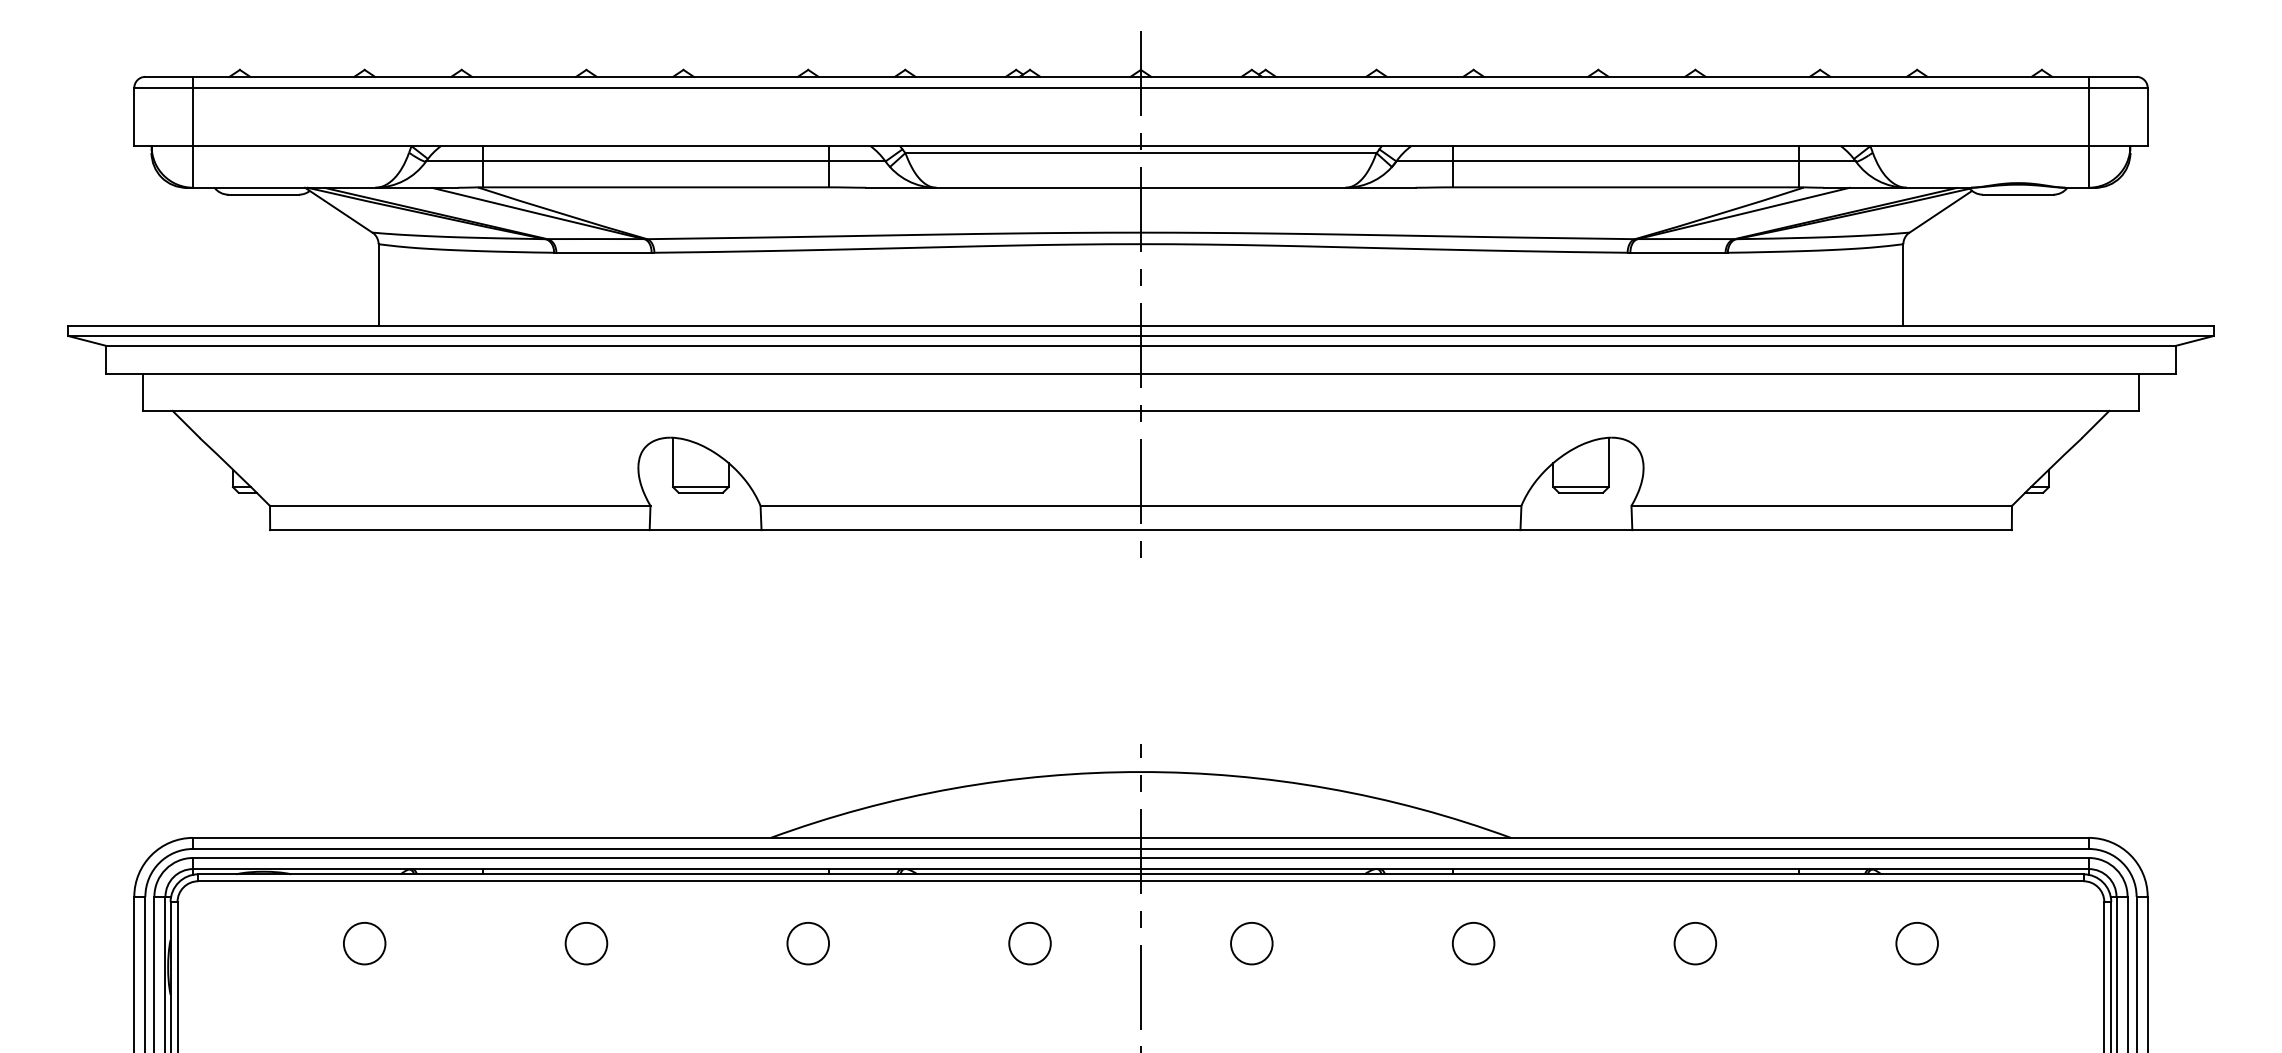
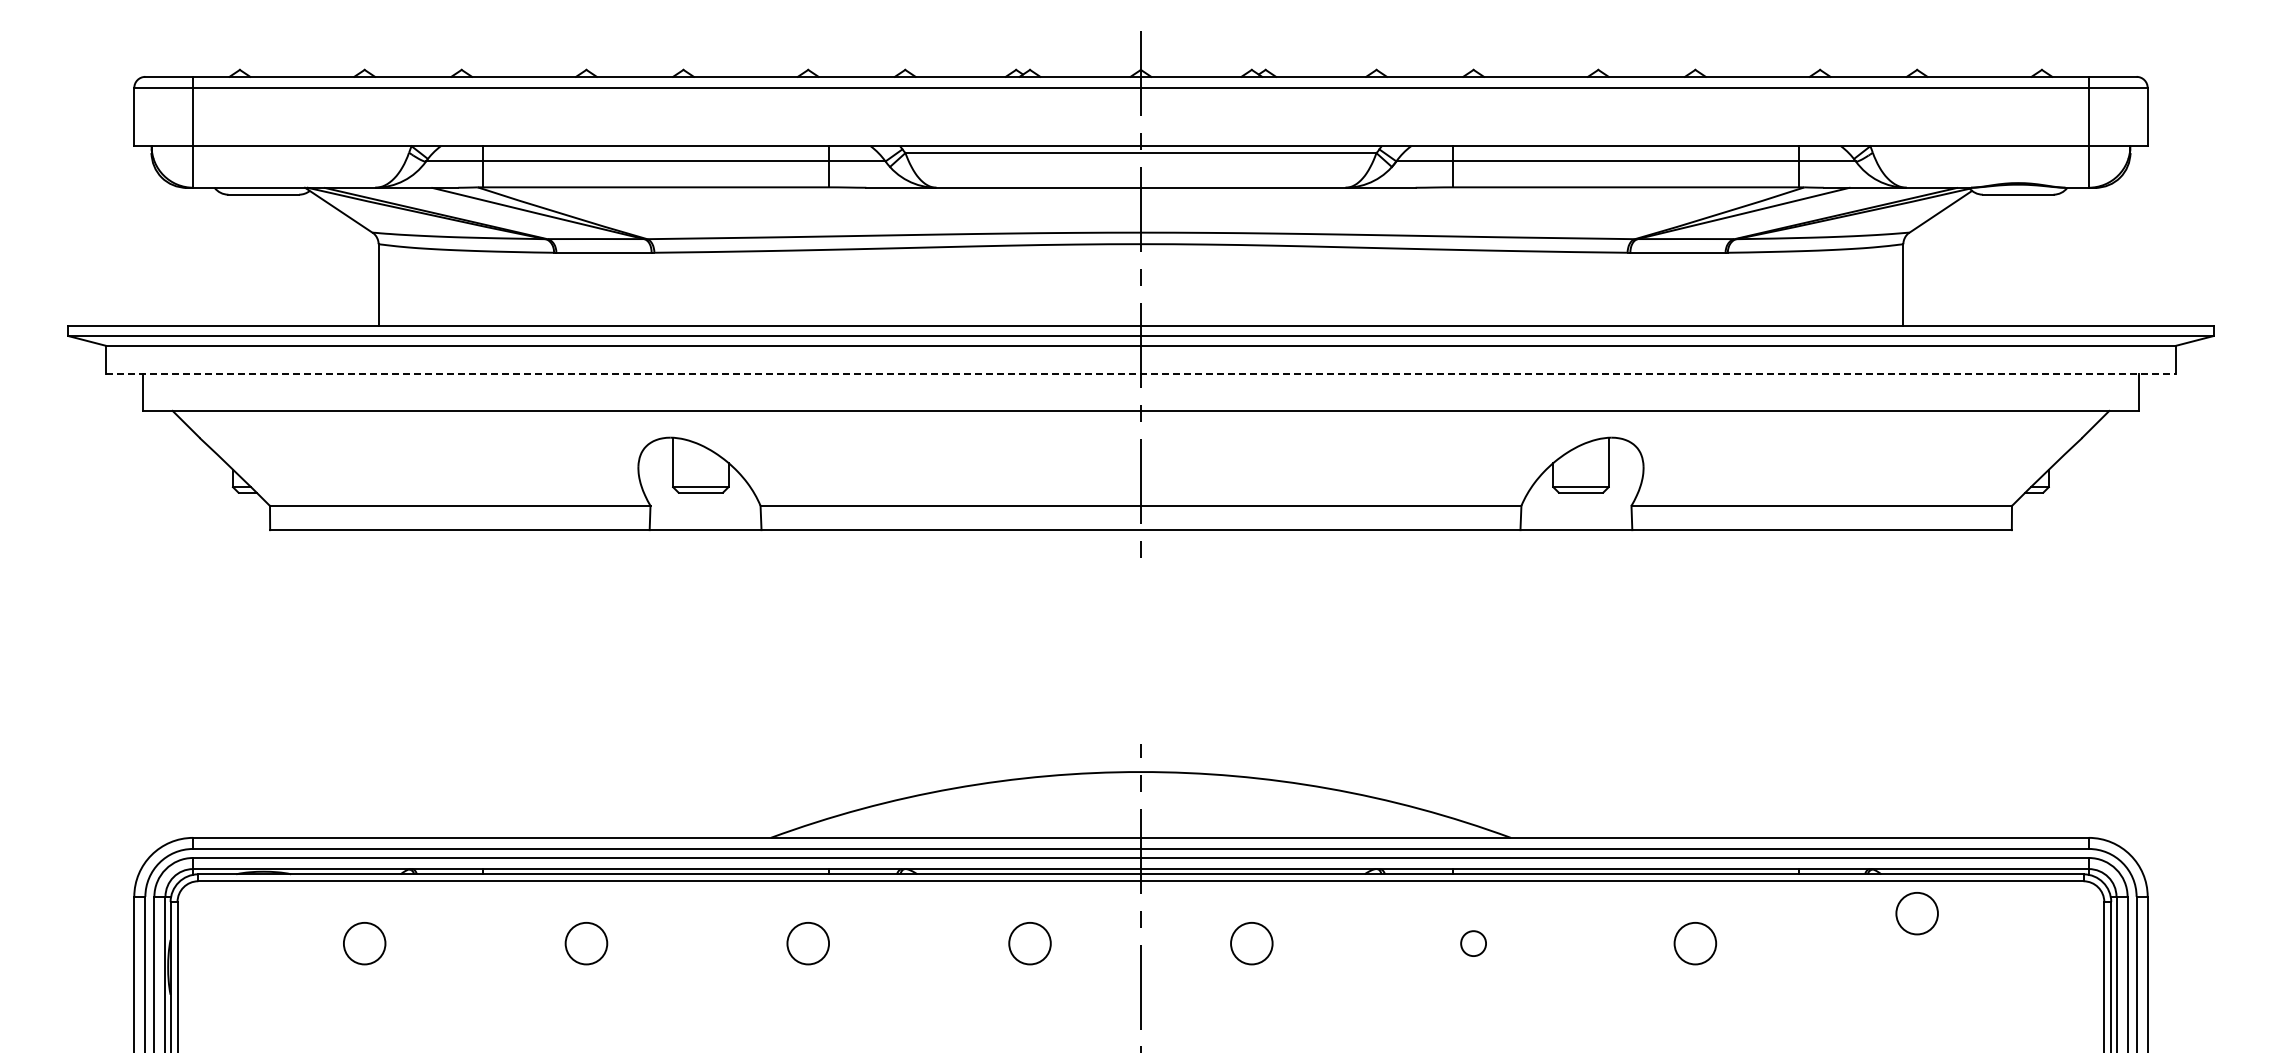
line at (1141, 373): solid -> dashed
circle at (1473, 943) diameter: 42 px -> 25 px
circle at (1916, 943) position: (1916, 943) -> (1916, 913)
